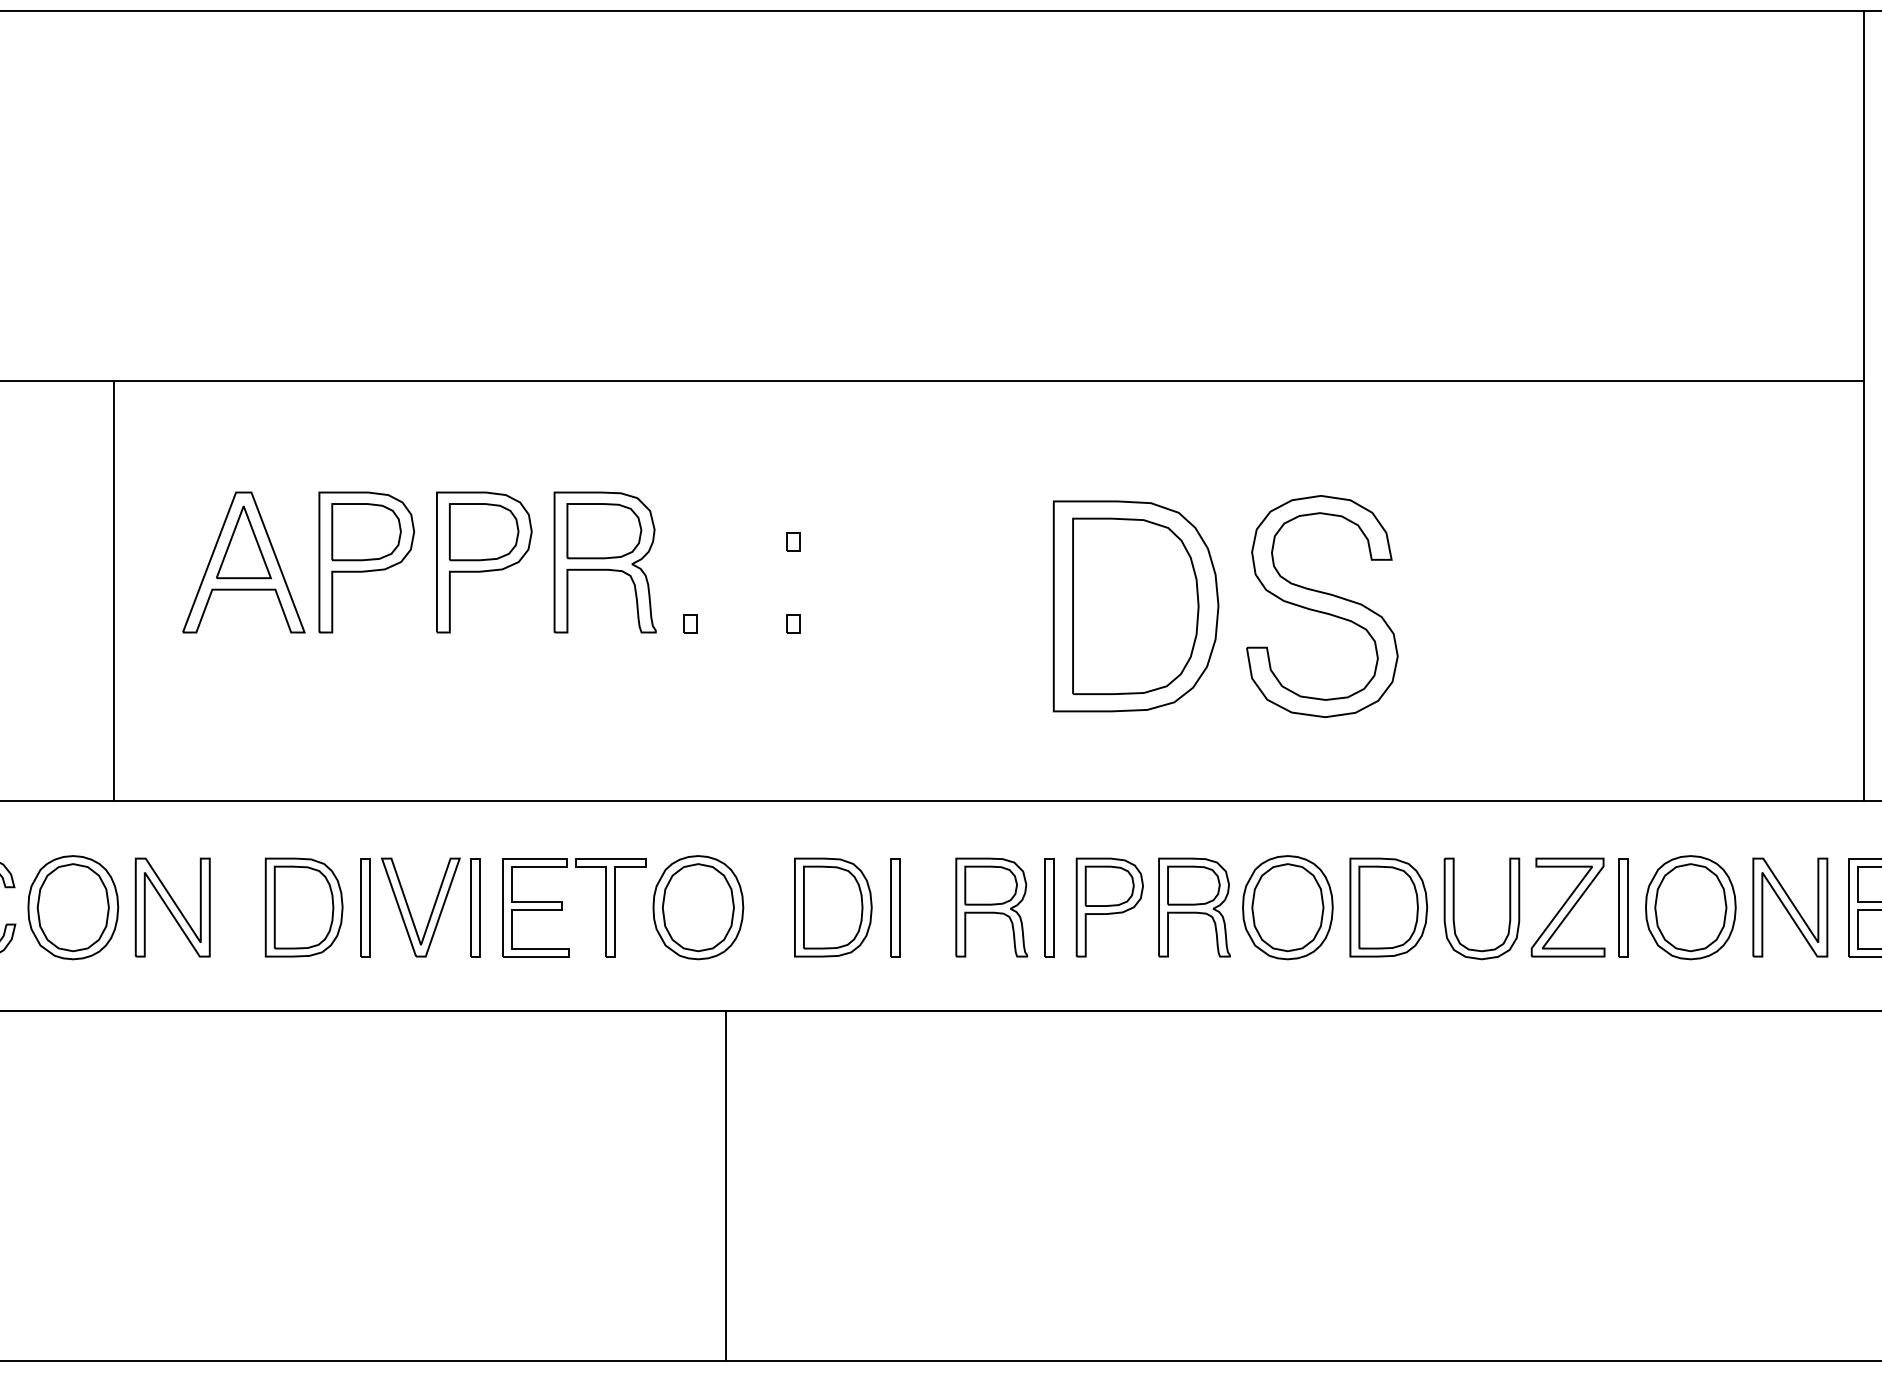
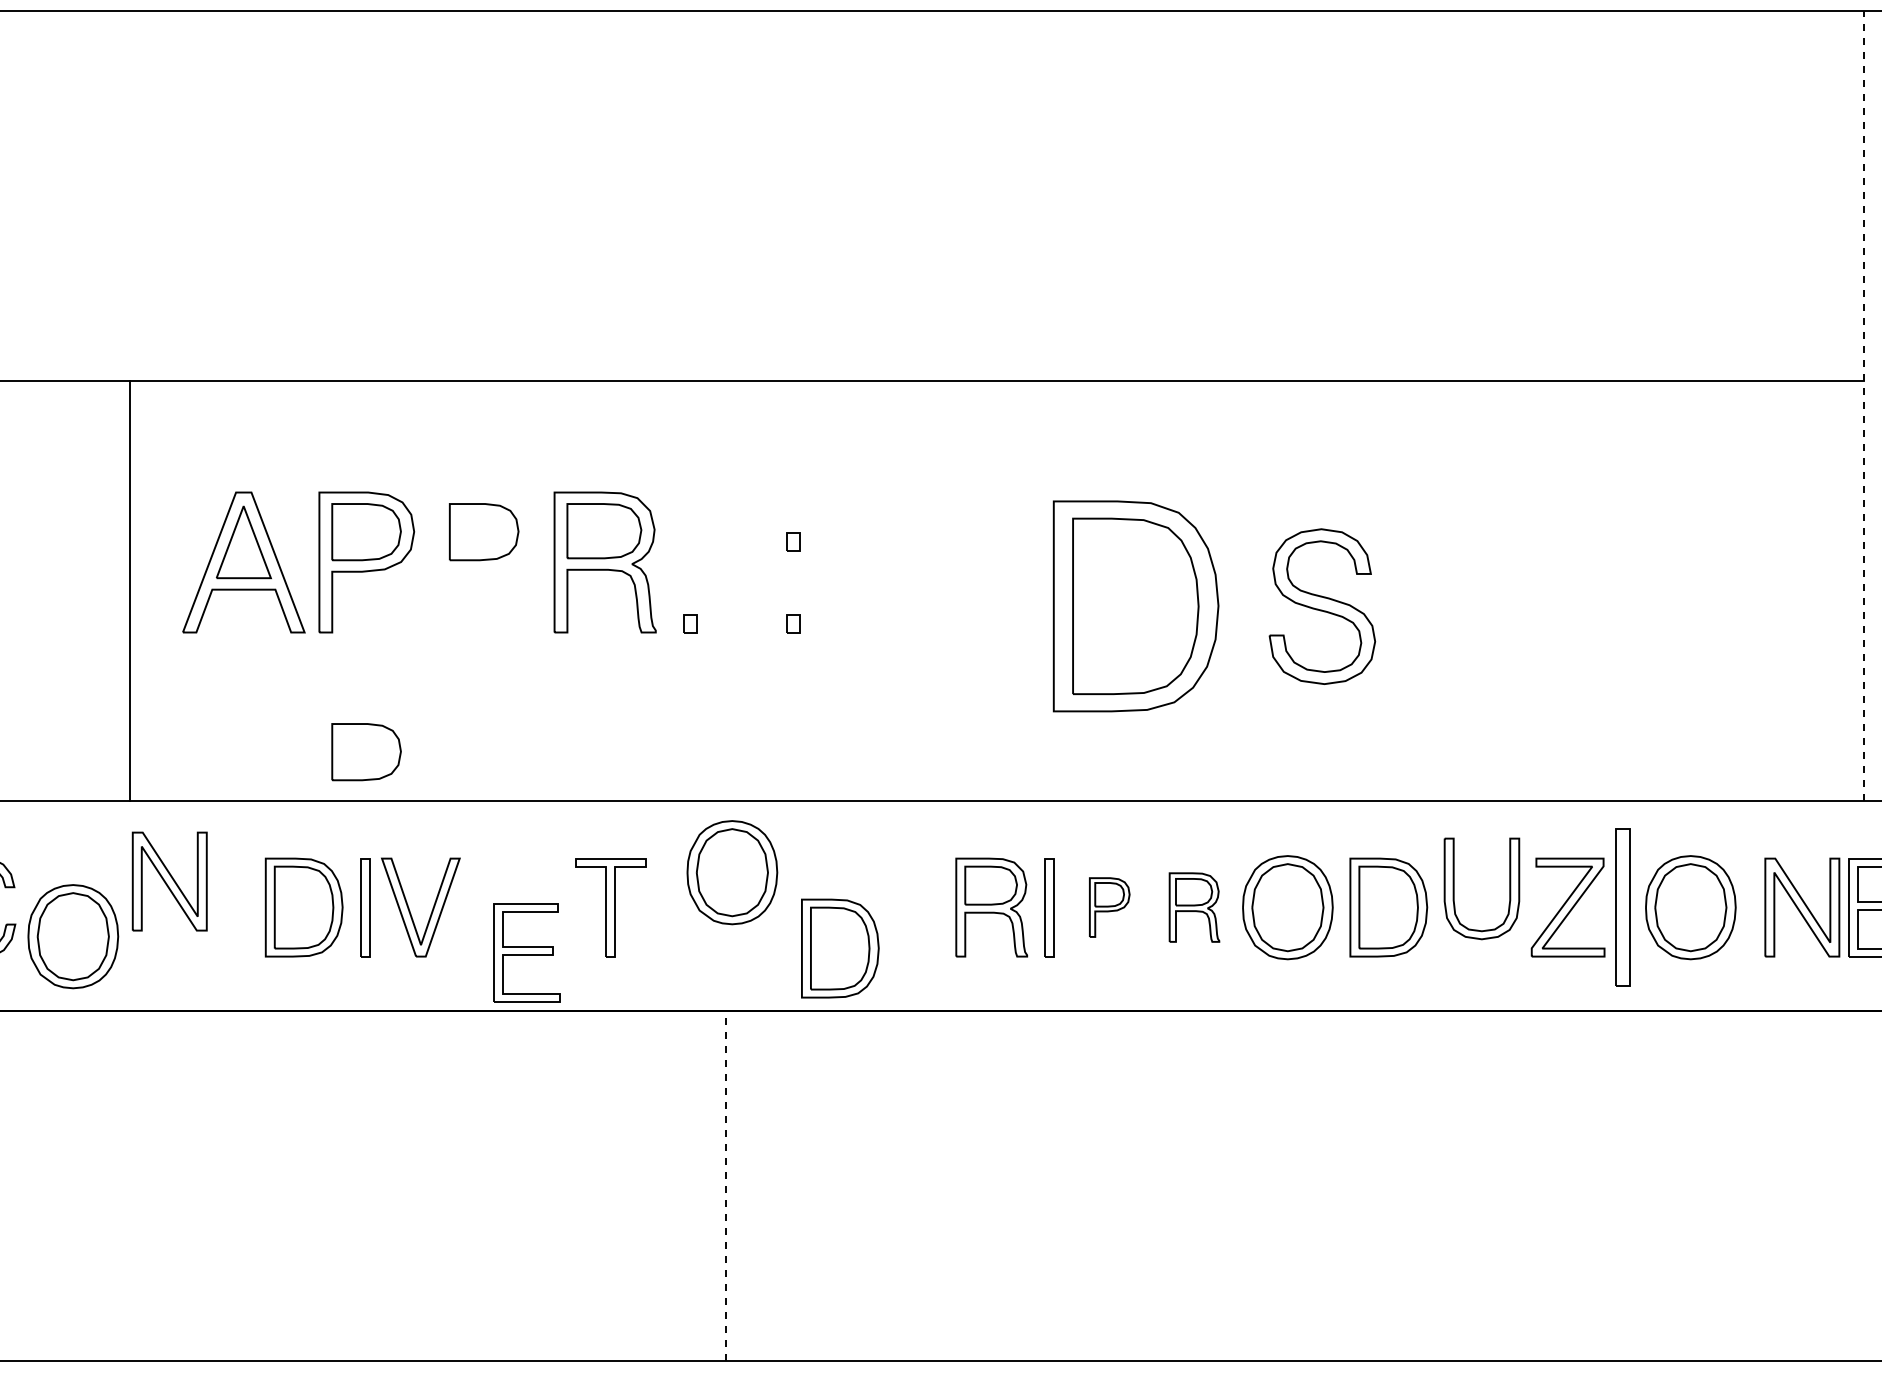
line at (1863, 405): solid -> dashed
part at (484, 562): present -> none
line at (113, 591) position: (113, 591) -> (129, 591)
part at (1322, 606) size: 153x224 px -> 109x157 px
part at (366, 752): none -> present
part at (73, 907) position: (73, 907) -> (73, 936)
part at (172, 907) position: (172, 907) -> (169, 881)
part at (475, 907): present -> none
part at (535, 907) position: (535, 907) -> (526, 952)
part at (698, 907) position: (698, 907) -> (732, 872)
part at (833, 907) position: (833, 907) -> (840, 948)
part at (895, 907): present -> none
part at (1109, 907) size: 69x101 px -> 42x61 px
part at (1194, 907) size: 73x101 px -> 53x71 px
part at (1623, 907) size: 11x100 px -> 16x159 px
part at (1790, 907) position: (1790, 907) -> (1802, 907)
part at (1454, 908) position: (1454, 908) -> (1454, 888)
line at (726, 1186): solid -> dashed
